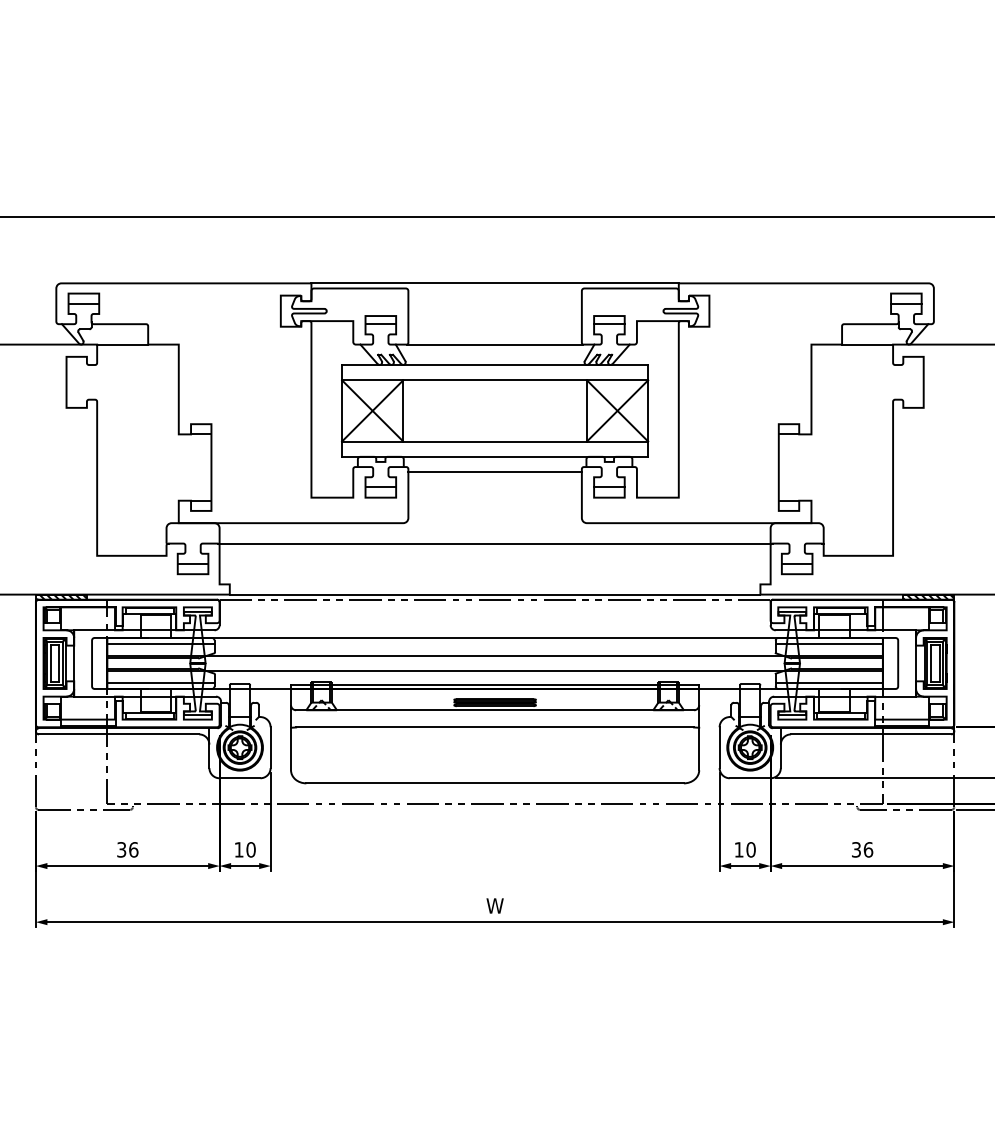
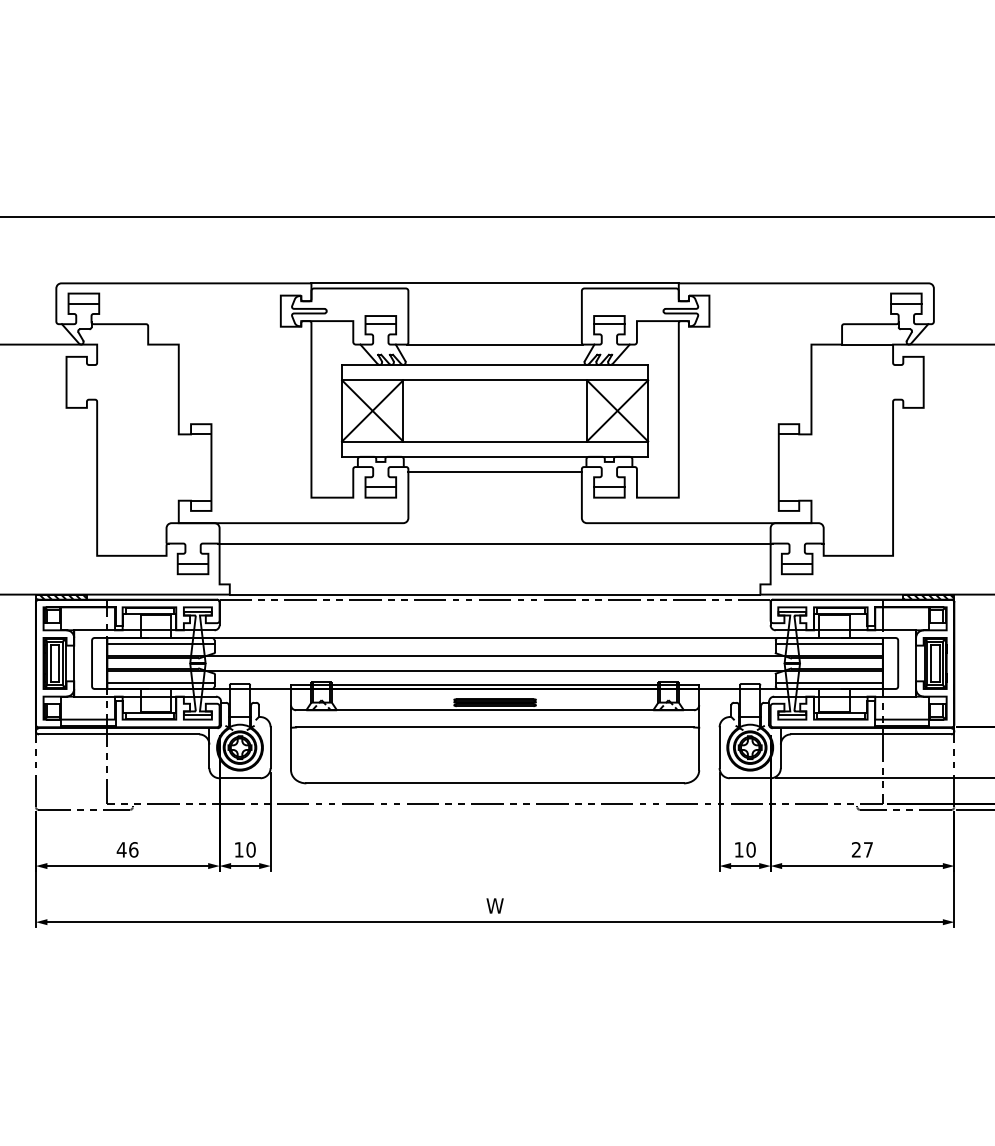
line at (122, 344): present -> none
text at (121, 849): 36 -> 46
text at (862, 849): 36 -> 27
